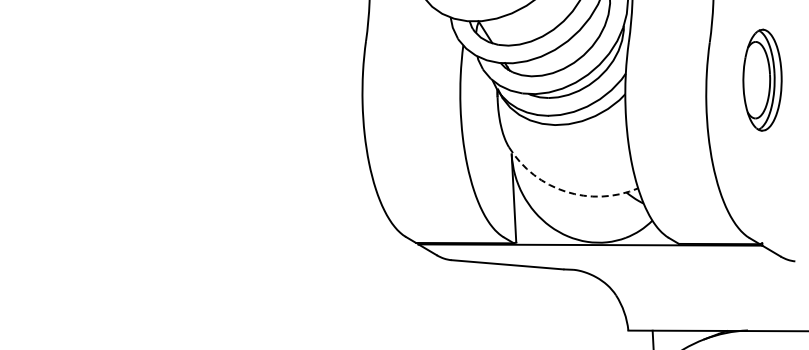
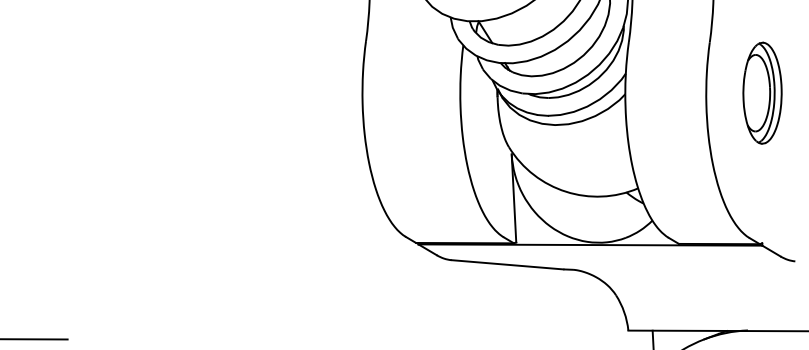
part at (762, 79) position: (762, 79) -> (762, 92)
arc at (566, 191): dashed -> solid
line at (34, 339): none -> present
